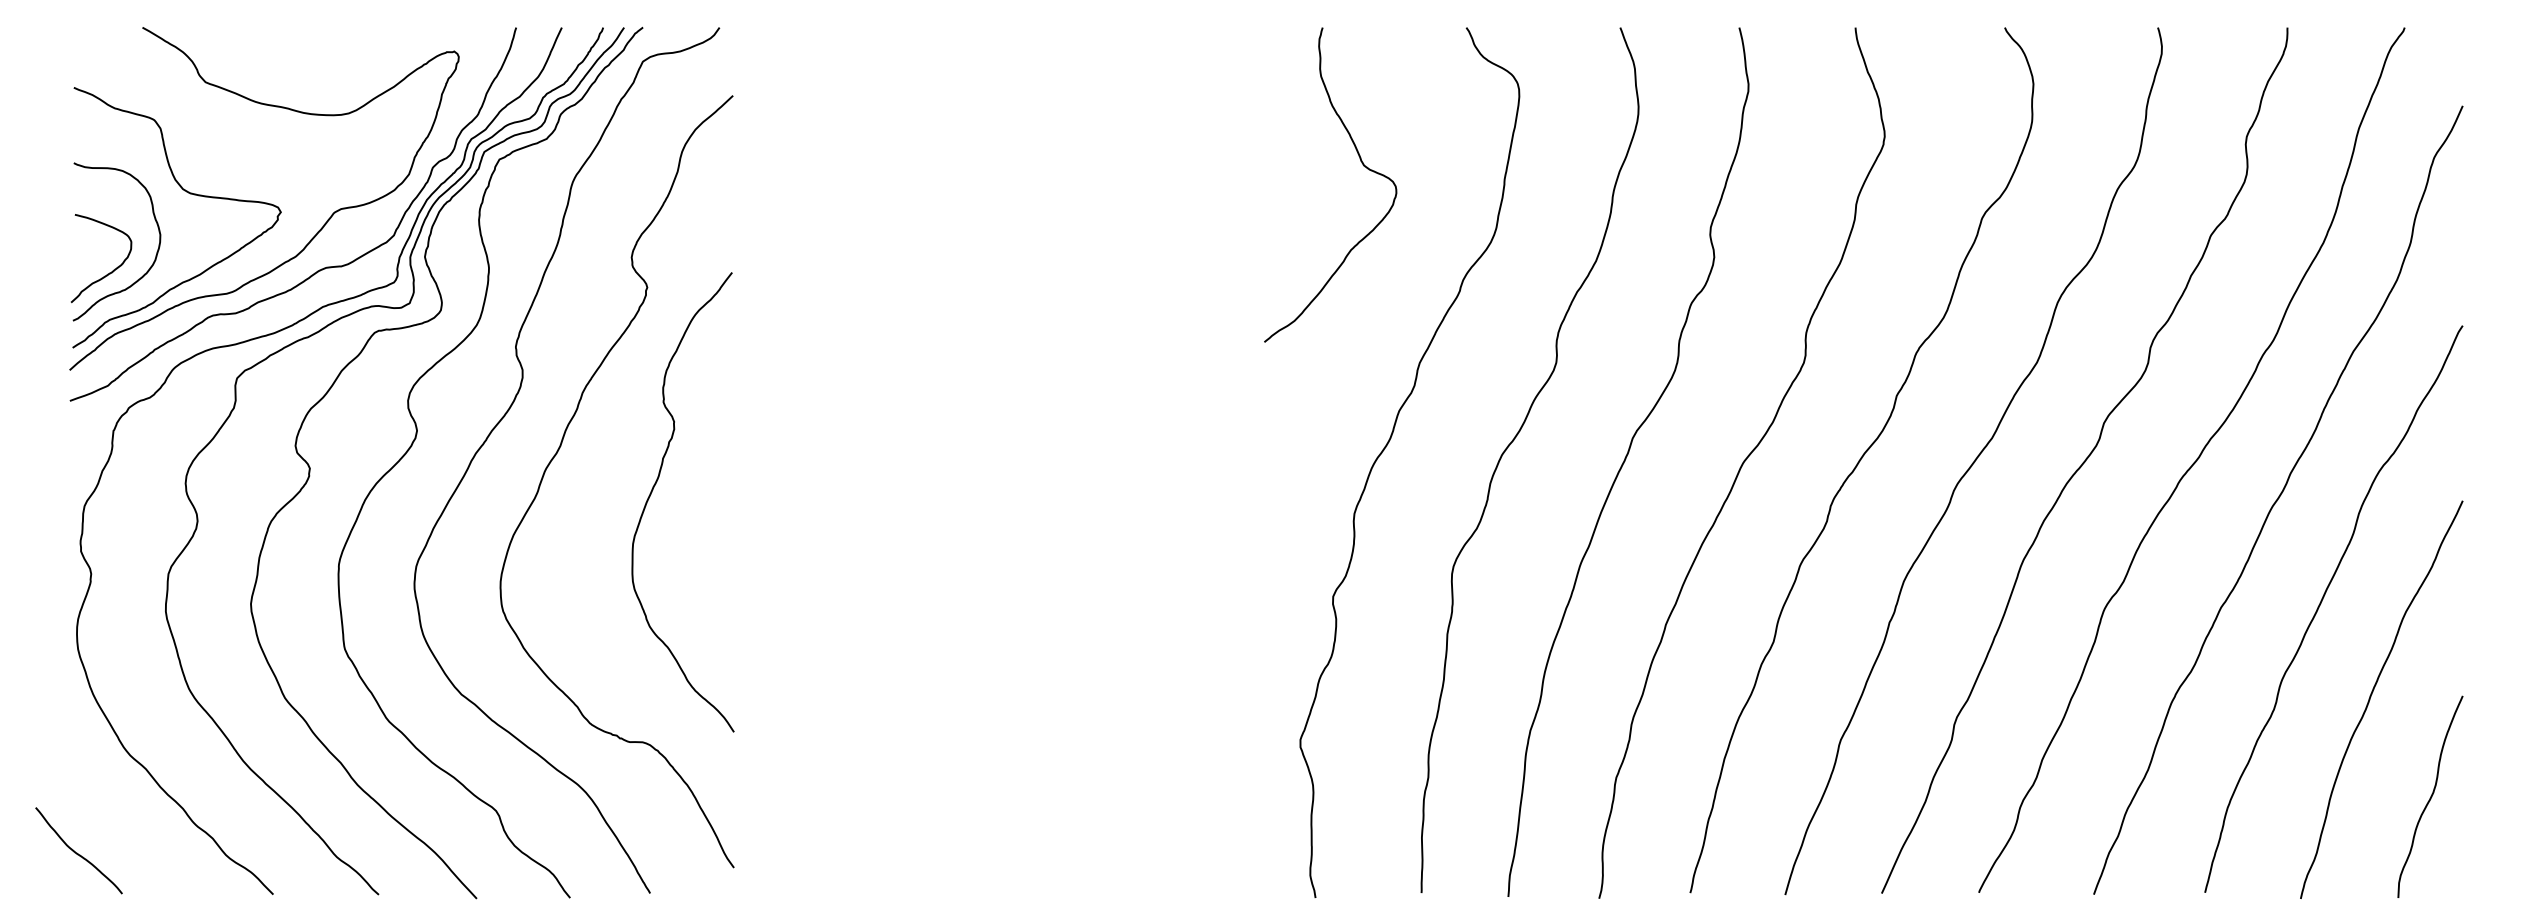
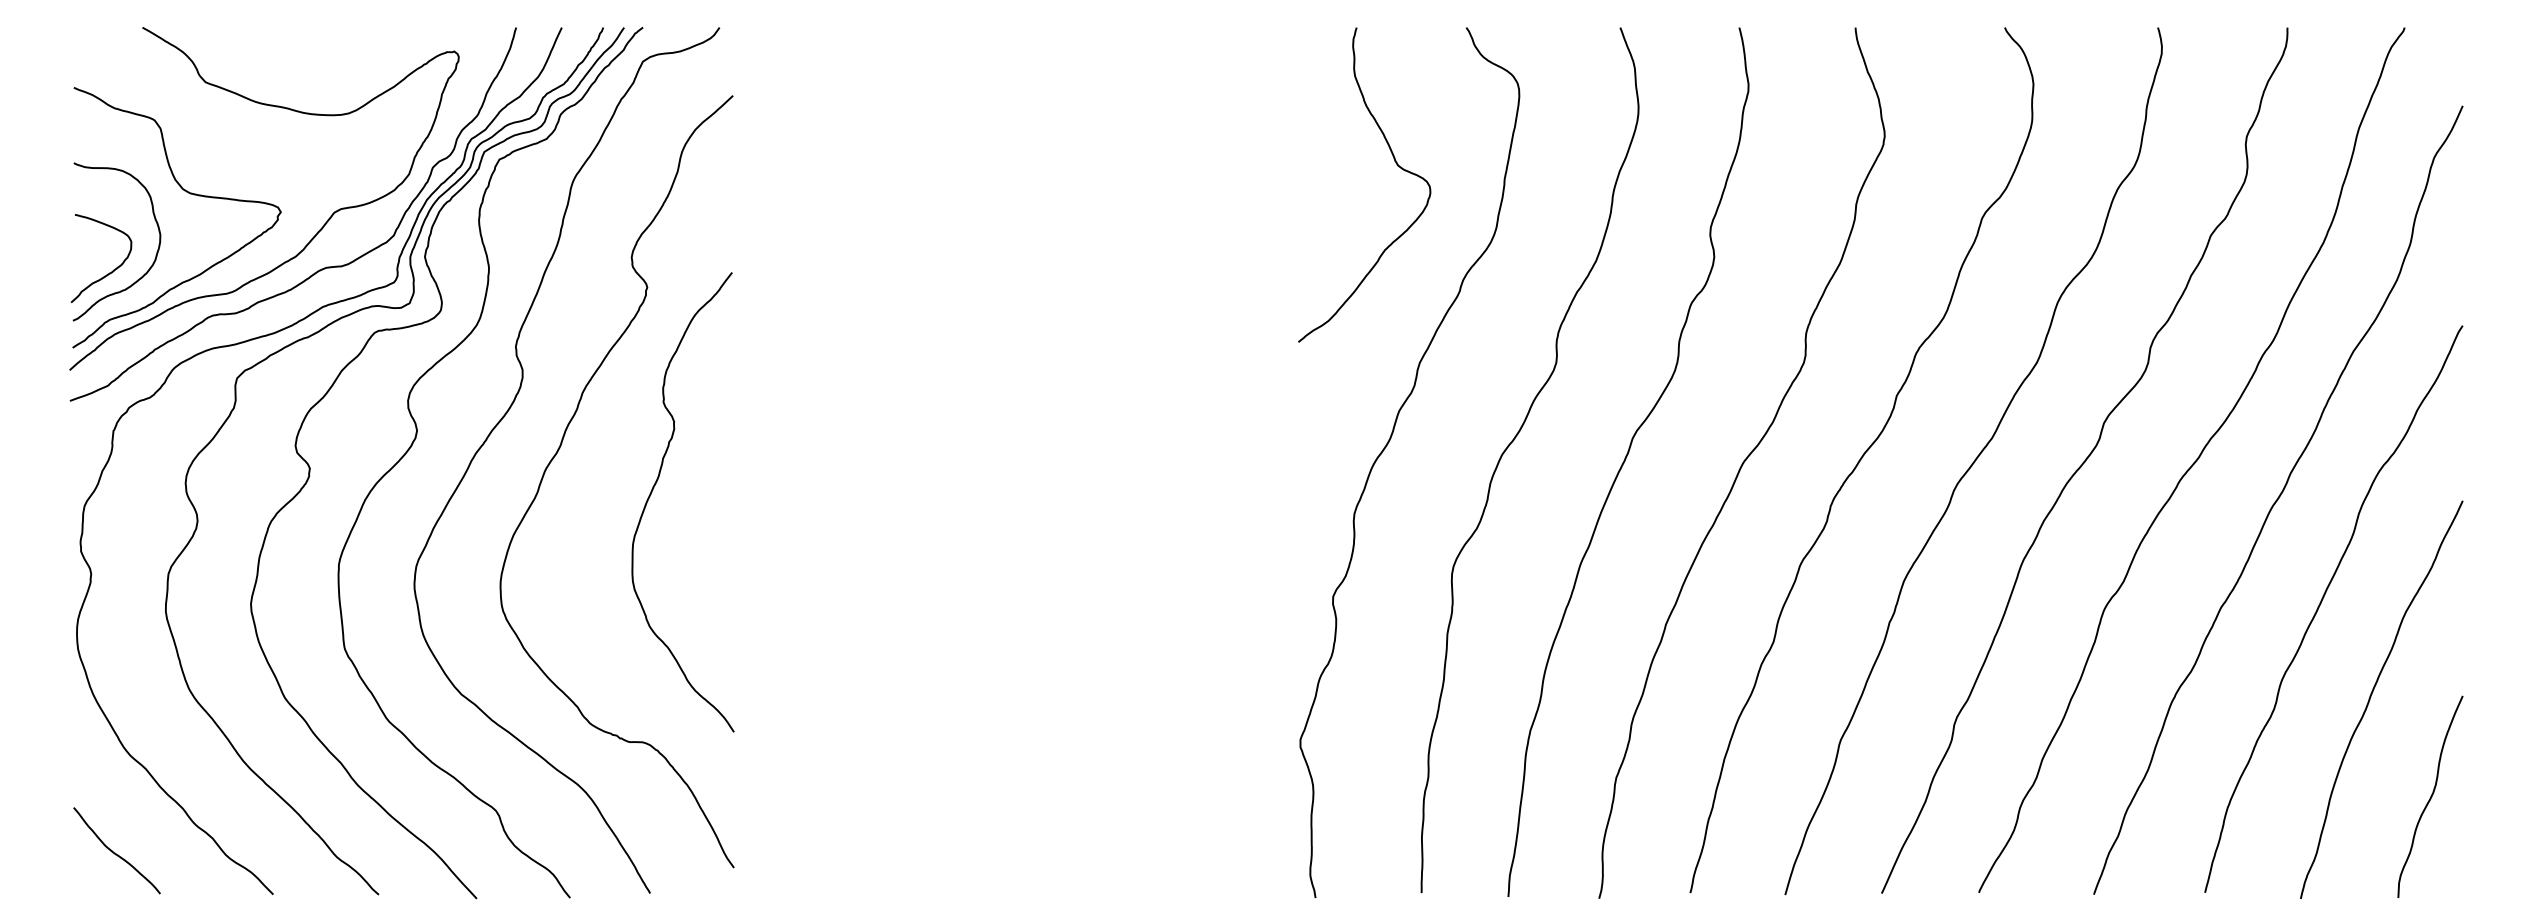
curve at (1361, 163) position: (1361, 163) -> (1395, 163)
curve at (77, 852) position: (77, 852) -> (115, 852)
